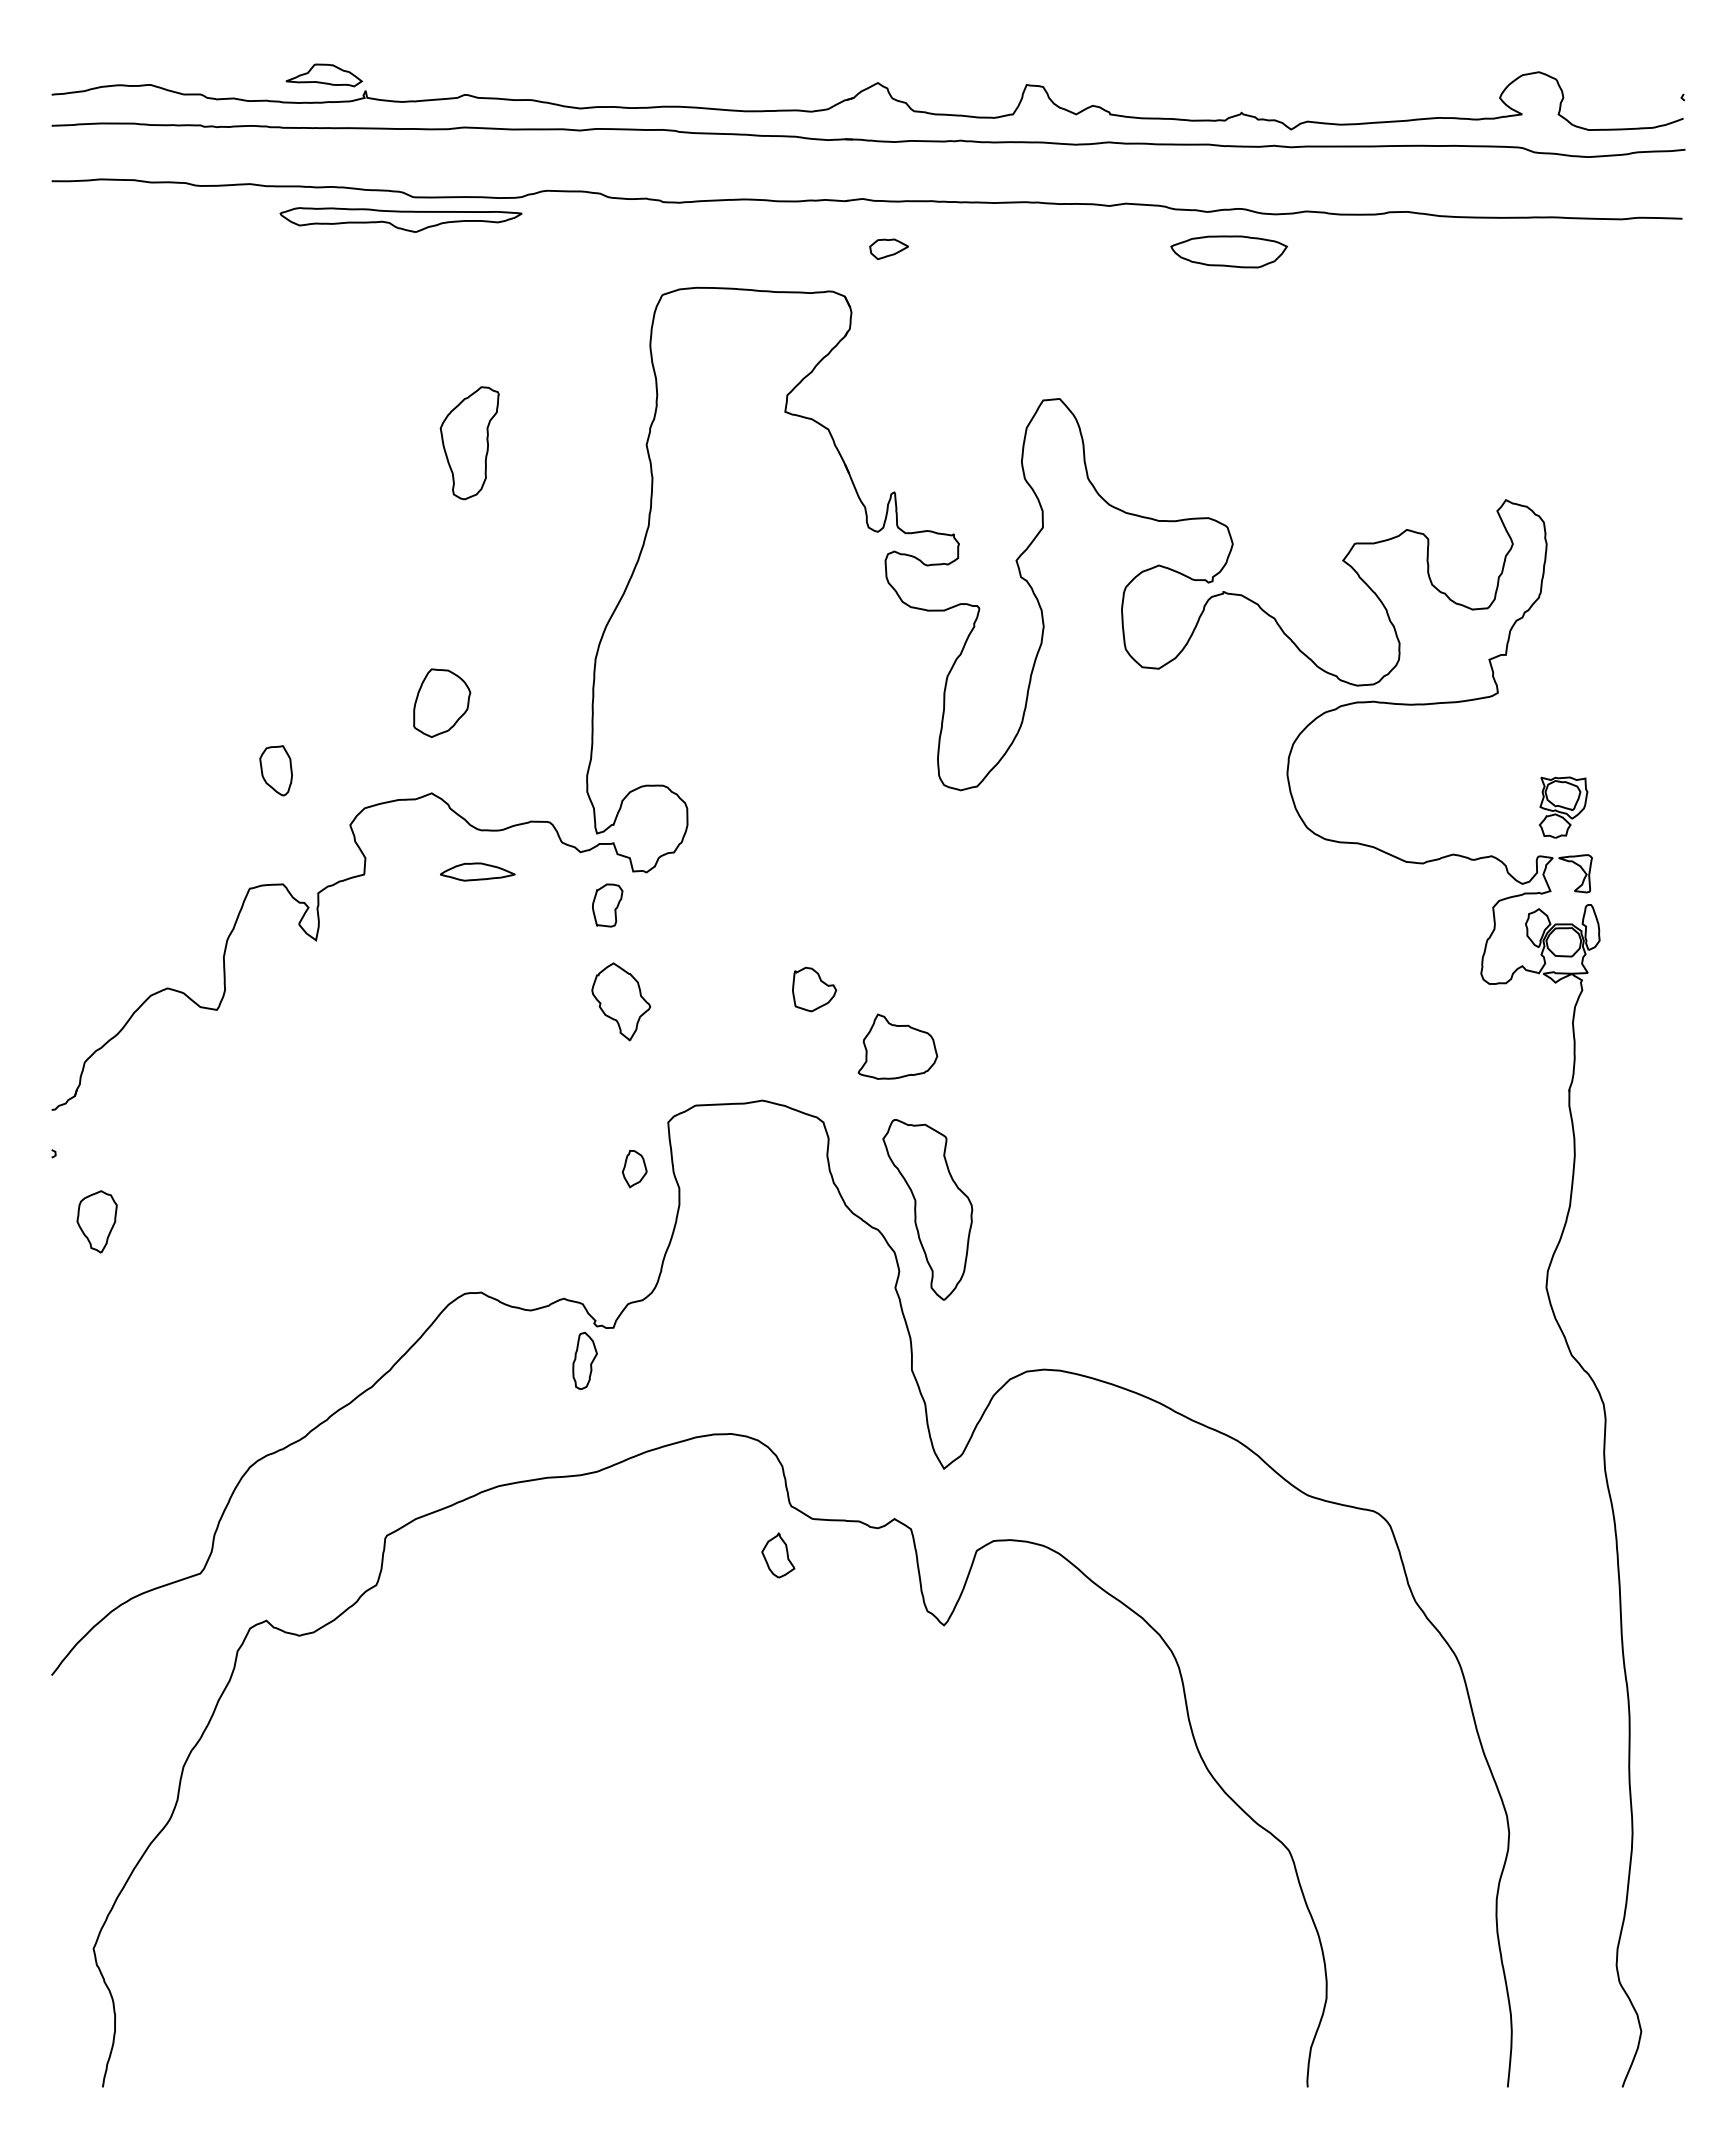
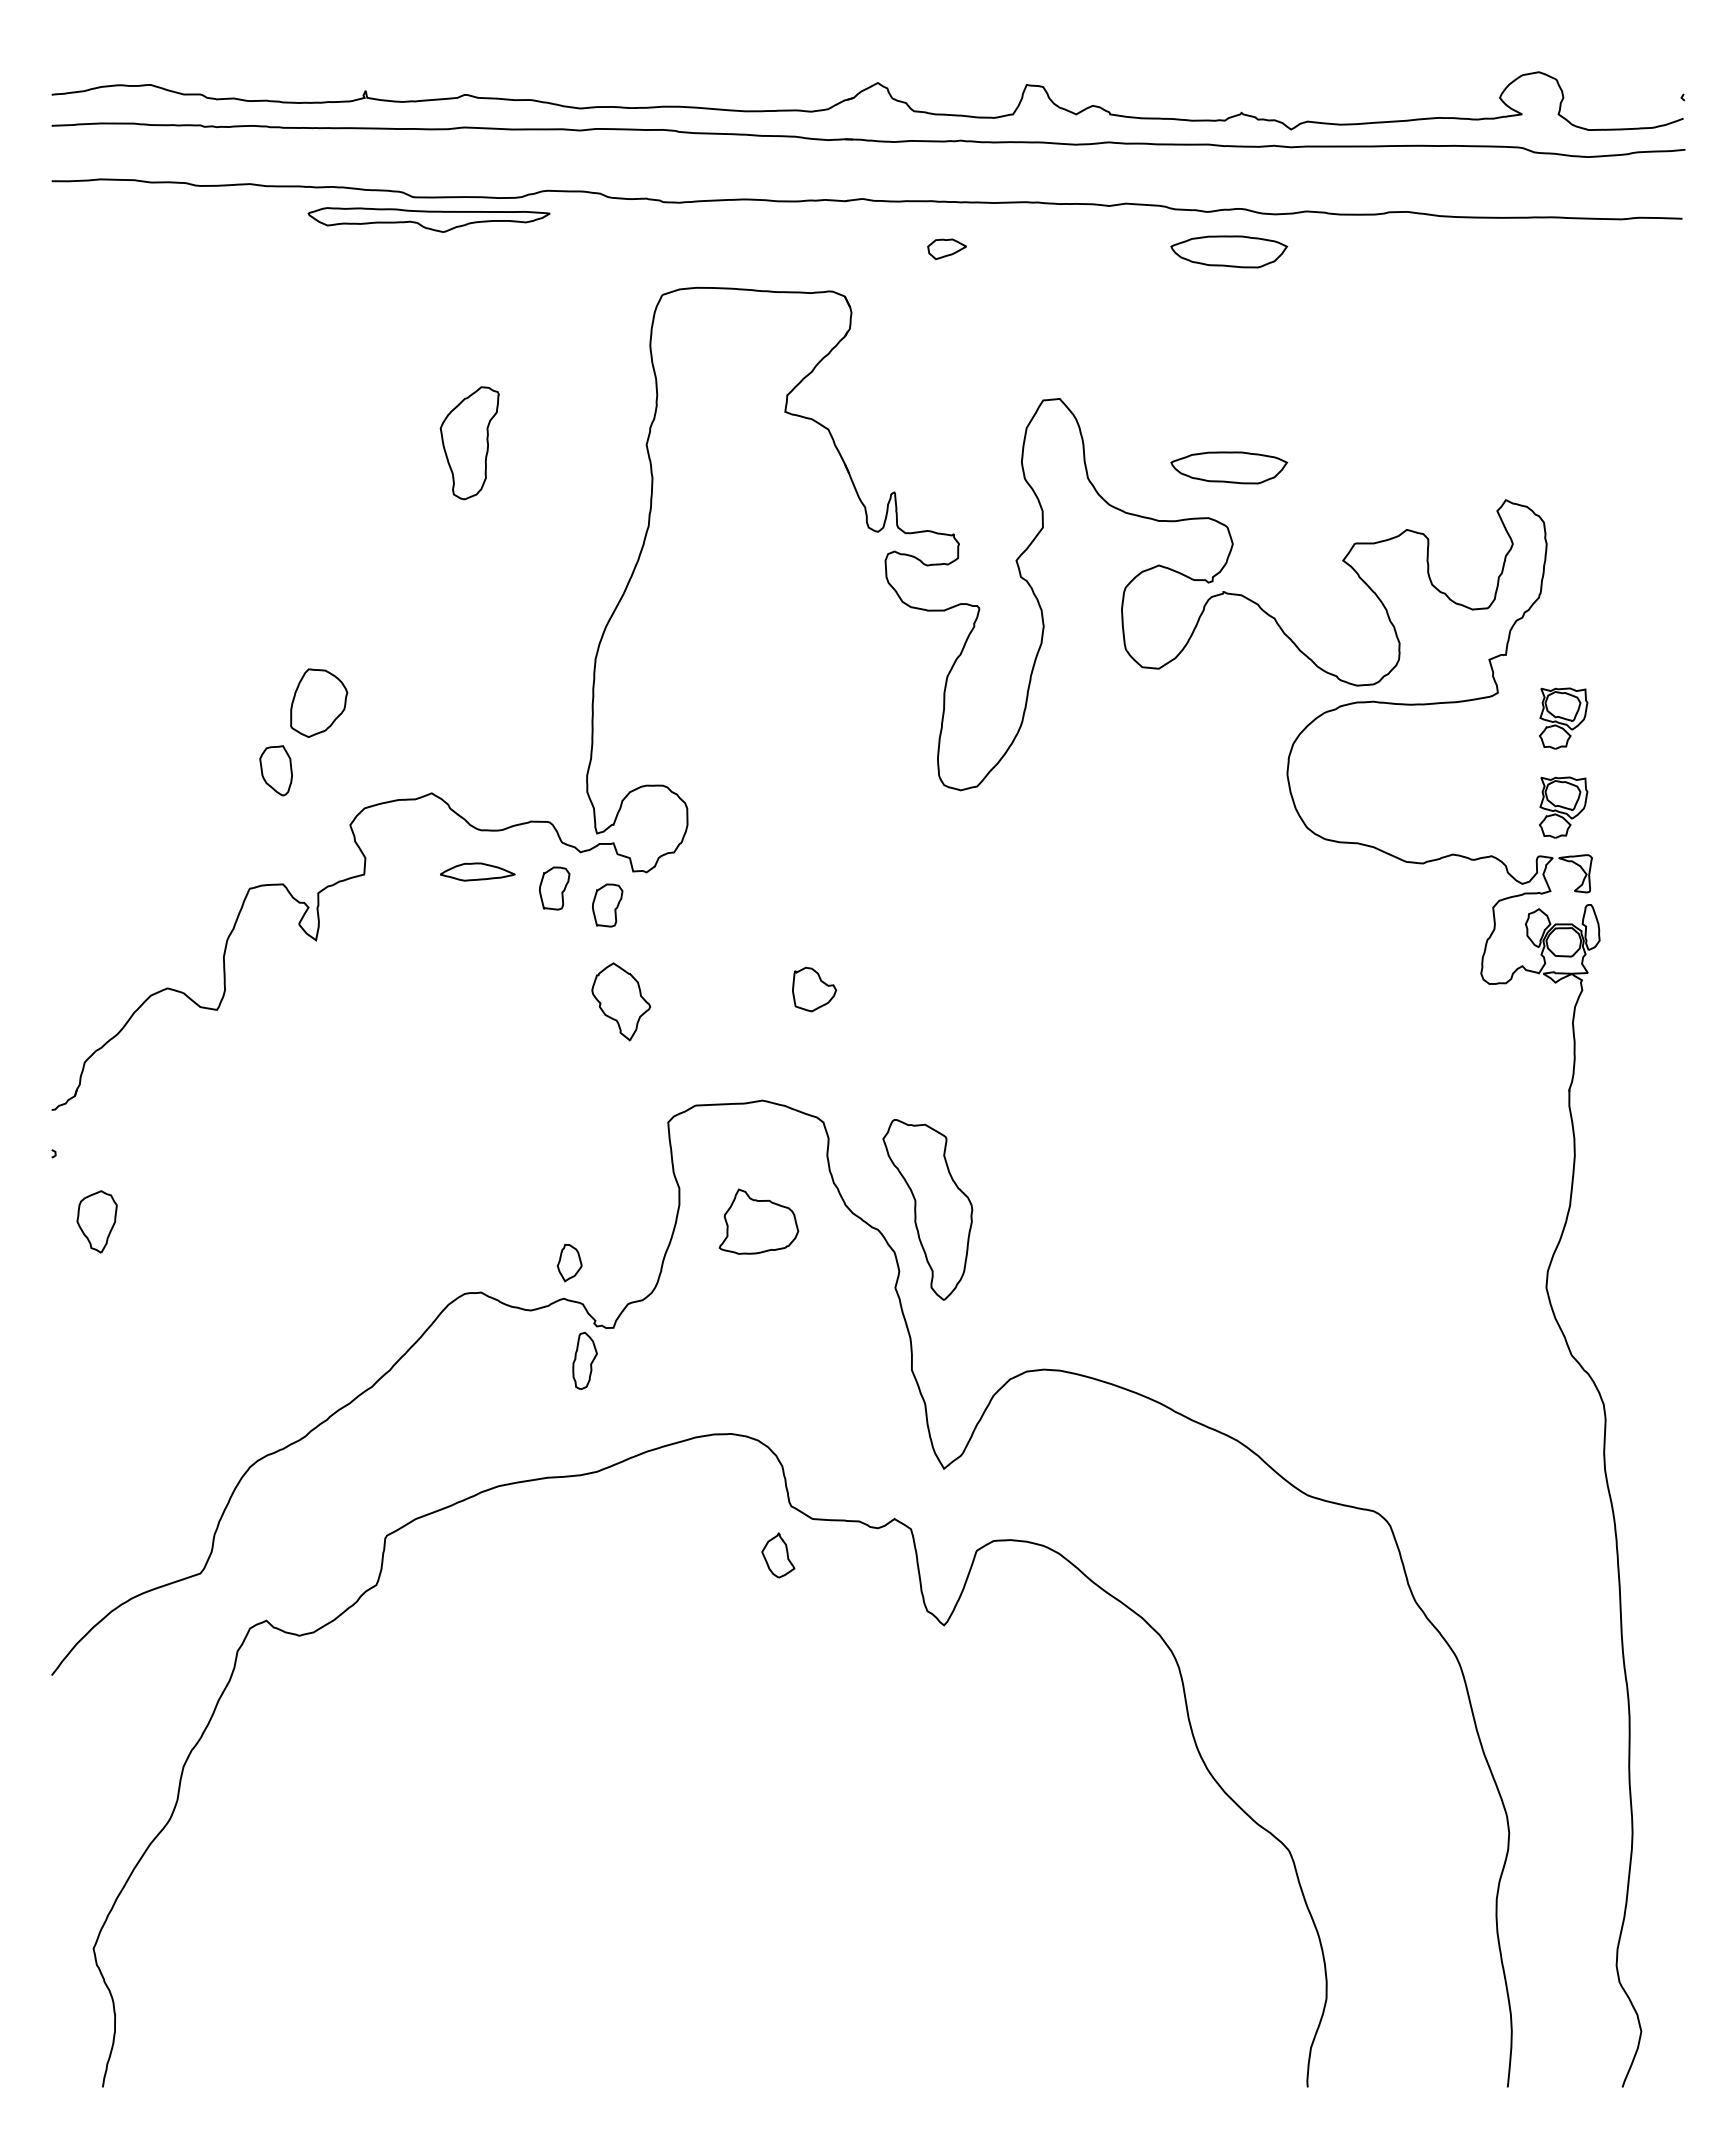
part at (324, 75): present -> none
part at (400, 219) position: (400, 219) -> (428, 219)
part at (888, 248) position: (888, 248) -> (946, 248)
part at (1229, 467): none -> present
part at (442, 702) position: (442, 702) -> (319, 702)
part at (1563, 718): none -> present
part at (554, 888): none -> present
part at (897, 1046) position: (897, 1046) -> (758, 1221)
part at (634, 1169) position: (634, 1169) -> (569, 1263)
